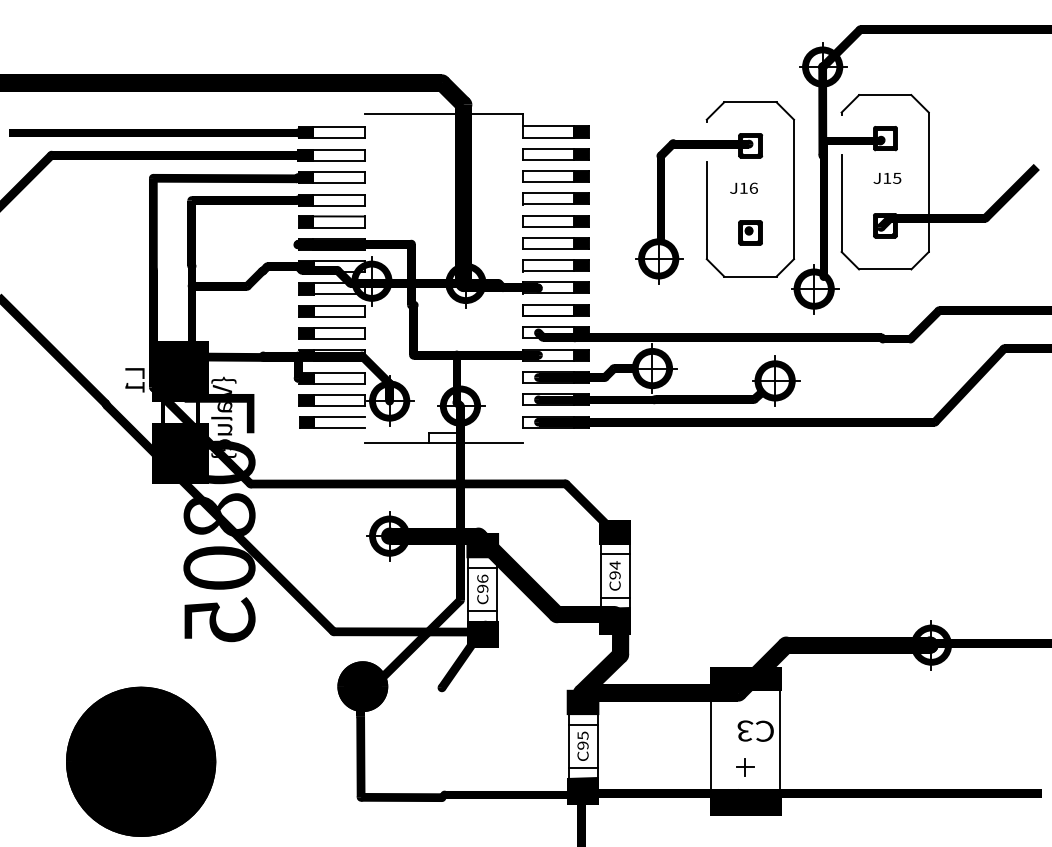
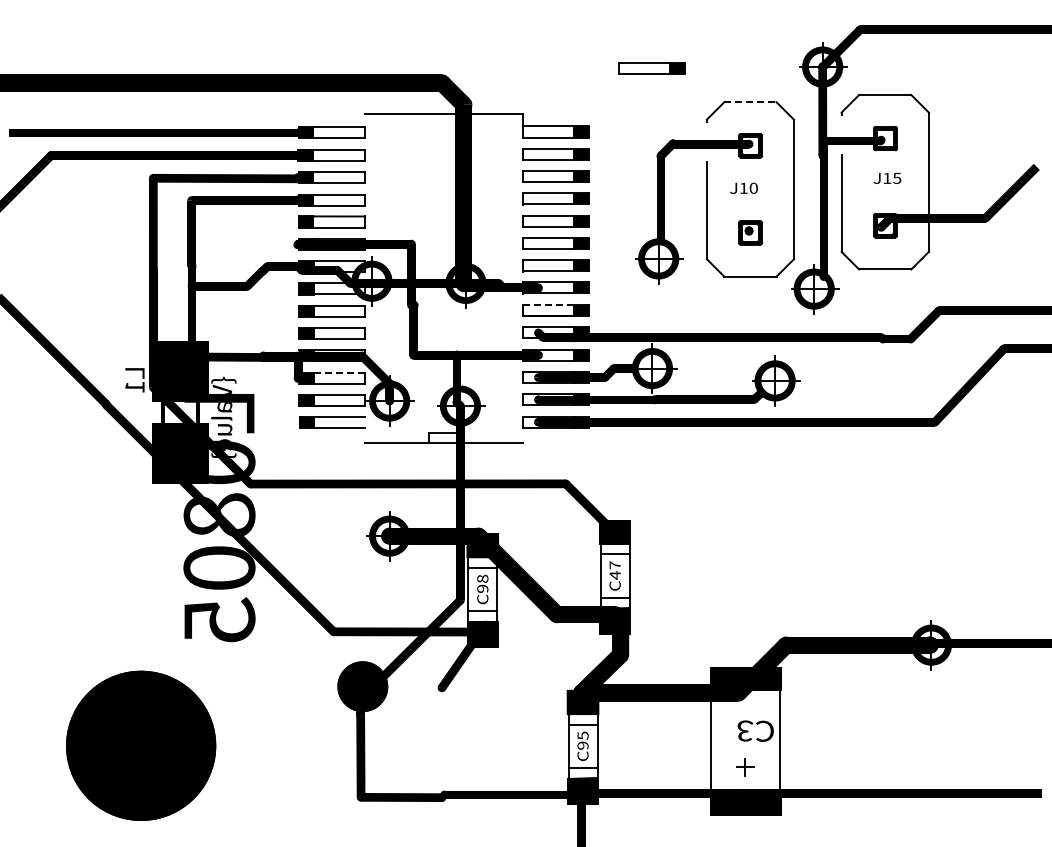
part at (651, 68): none -> present
line at (750, 102): solid -> dashed
text at (753, 187): J16 -> J10
line at (548, 305): solid -> dashed
line at (339, 372): solid -> dashed
text at (614, 570): C94 -> C47
text at (482, 578): 96 -> 98
part at (141, 761) position: (141, 761) -> (141, 745)
